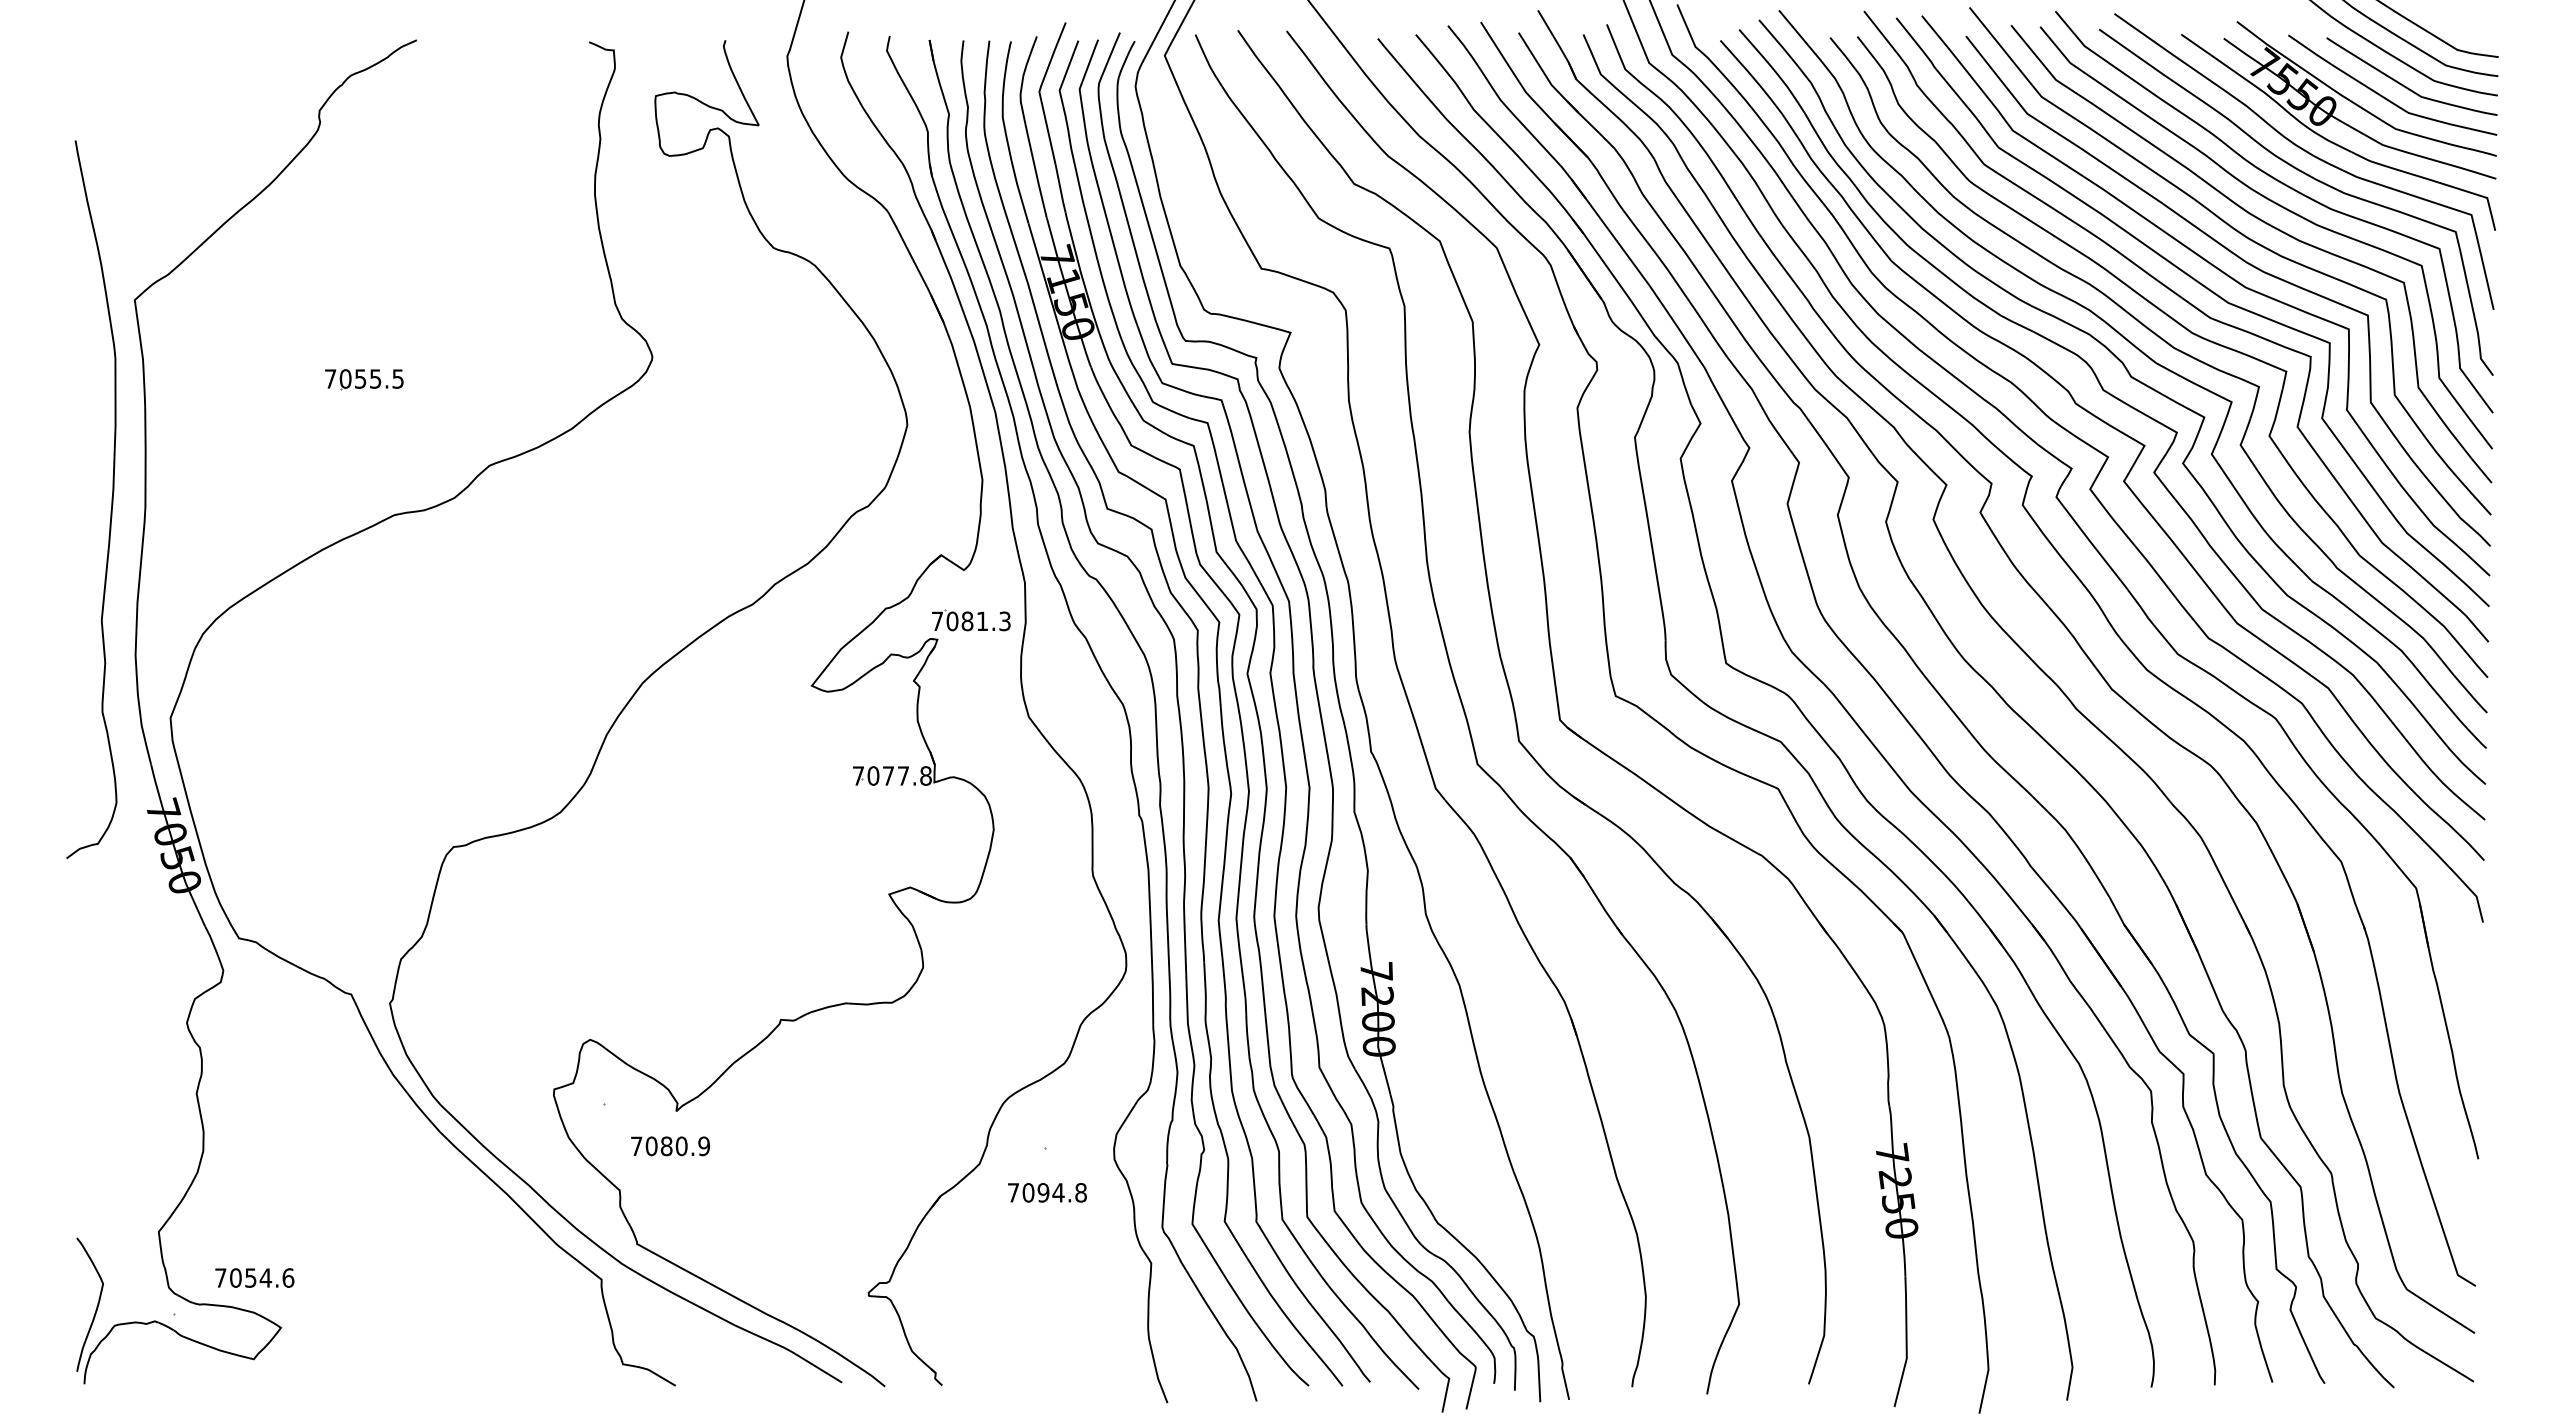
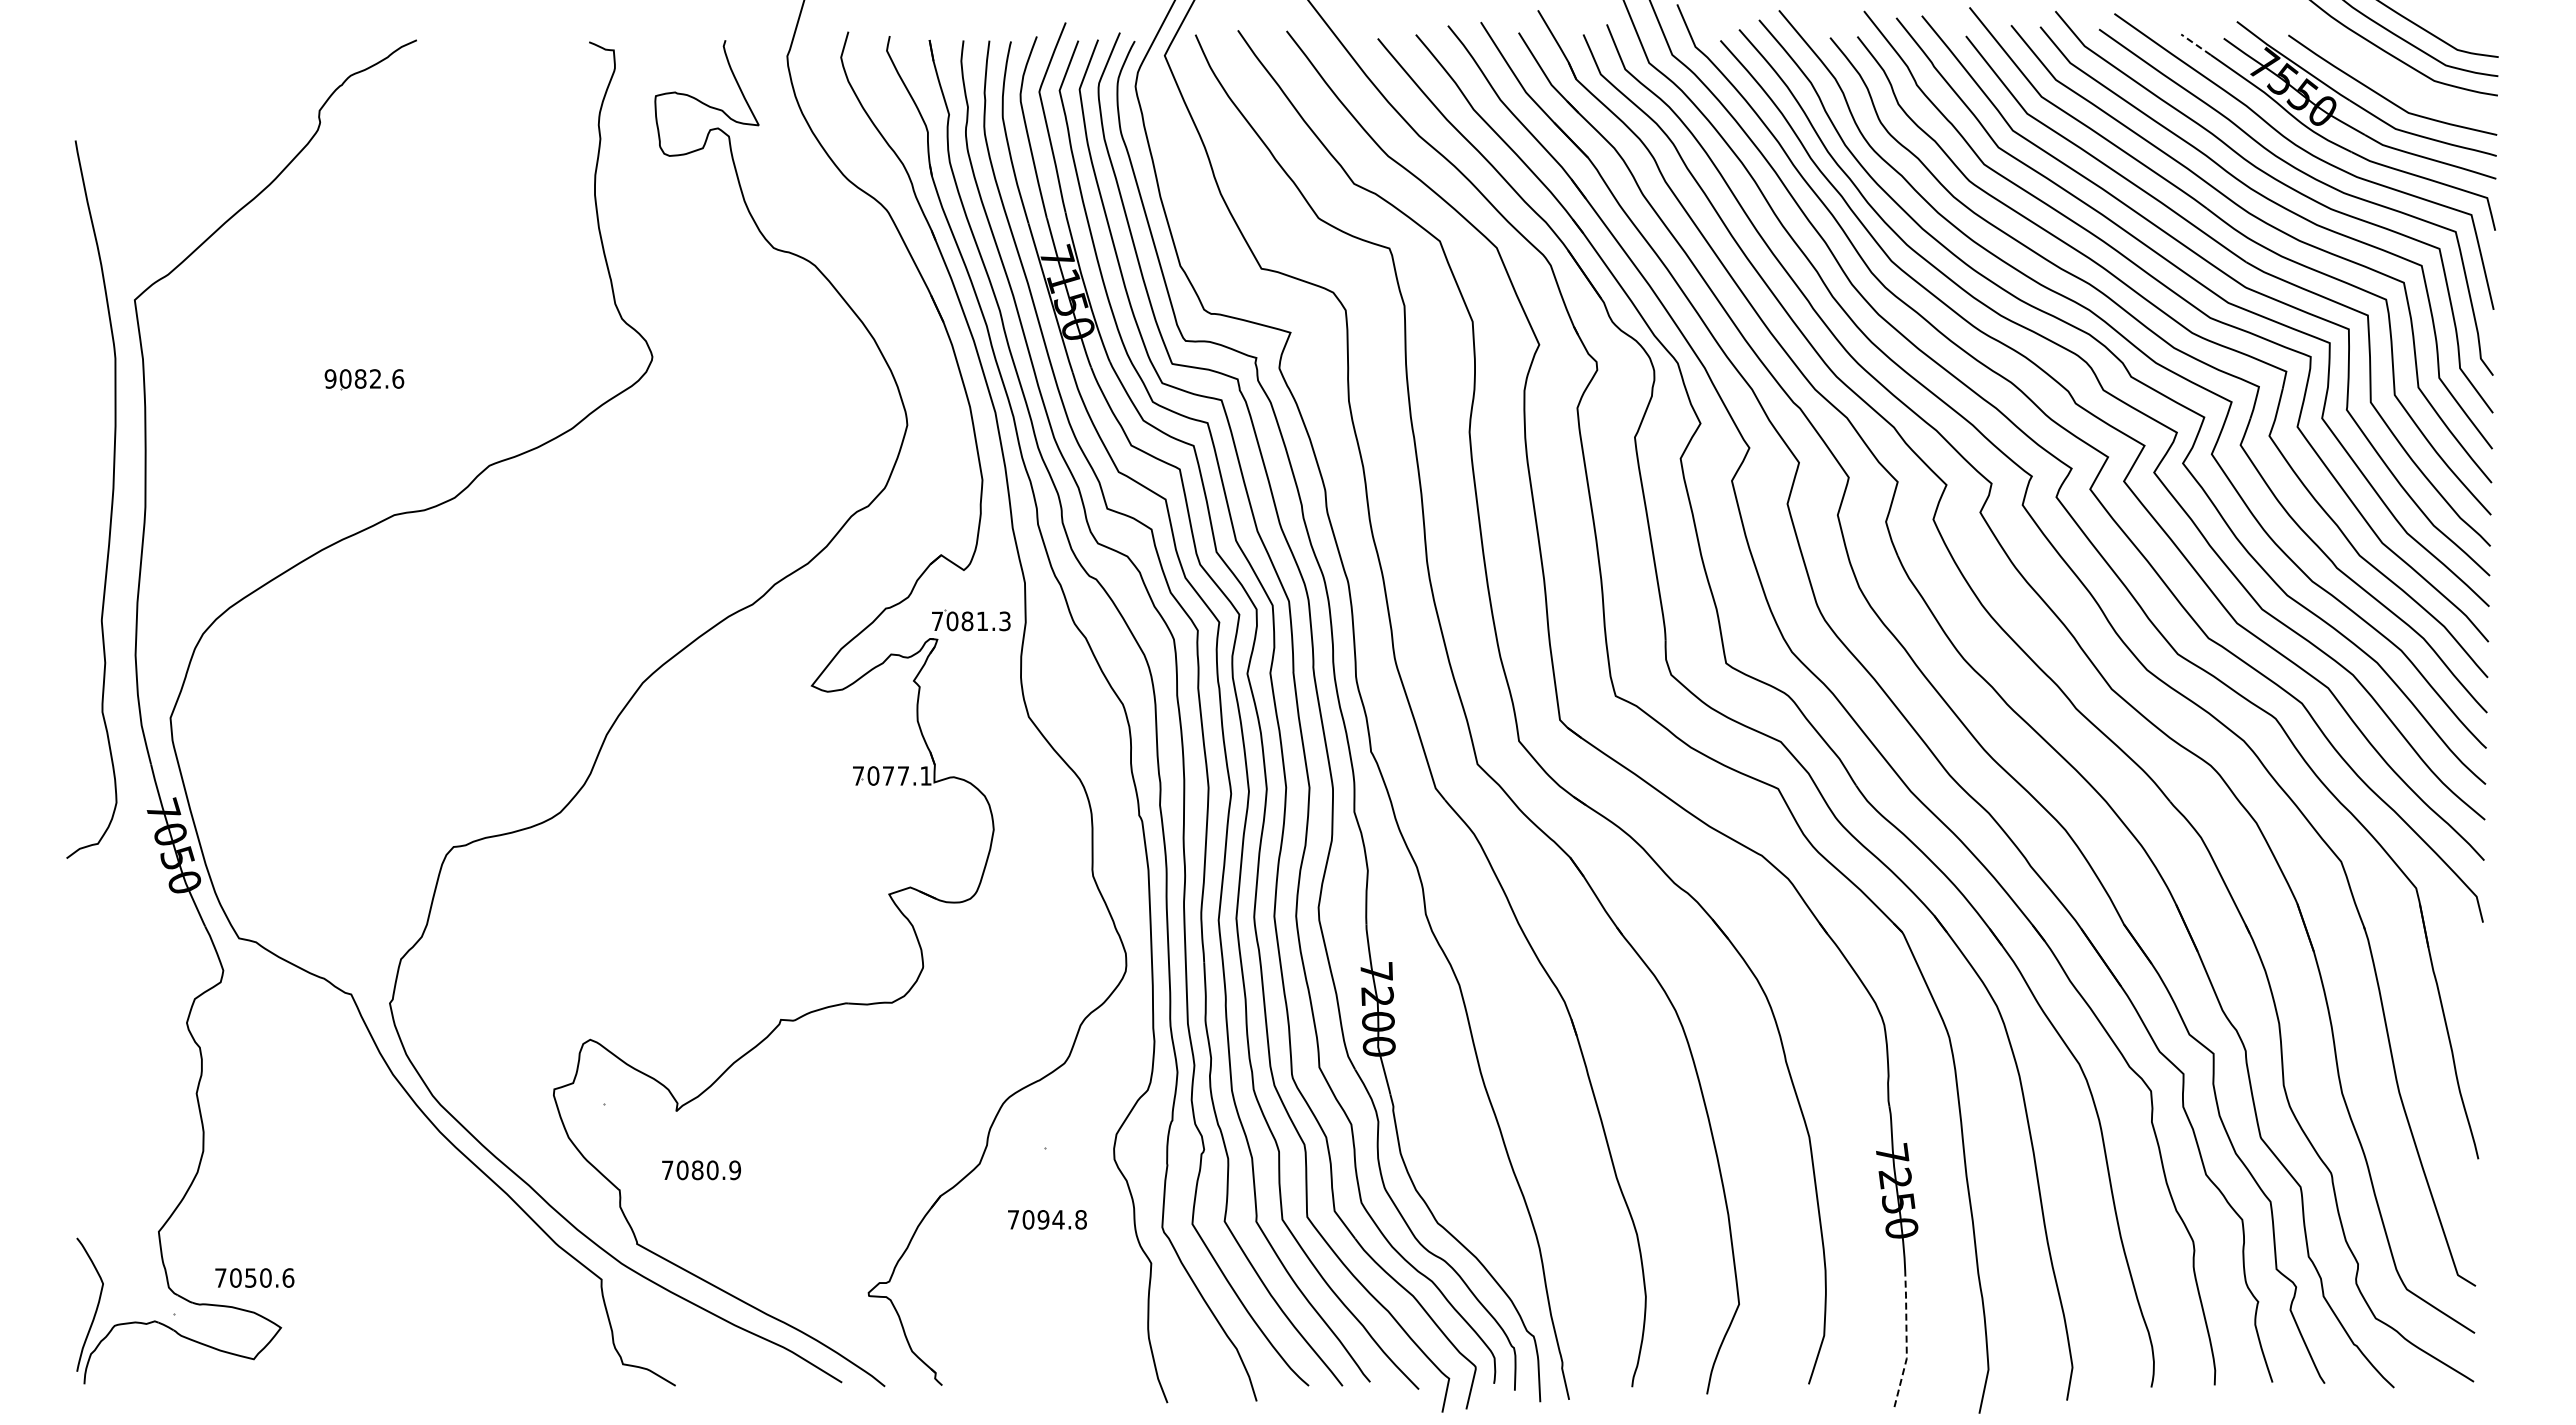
line at (2195, 44): solid -> dashed
curve at (2406, 86): present -> none
text at (364, 378): 7055.5 -> 9082.6
text at (925, 775): 7077.8 -> 7077.1
text at (670, 1146) position: (670, 1146) -> (701, 1170)
text at (1047, 1192) position: (1047, 1192) -> (1047, 1219)
text at (265, 1277): 7054.6 -> 7050.6
line at (1906, 1342): solid -> dashed
